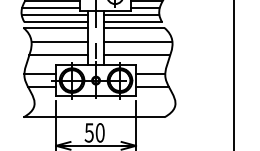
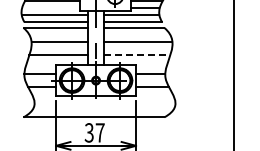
line at (50, 8): present -> none
line at (137, 55): solid -> dashed
text at (94, 132): 50 -> 37
